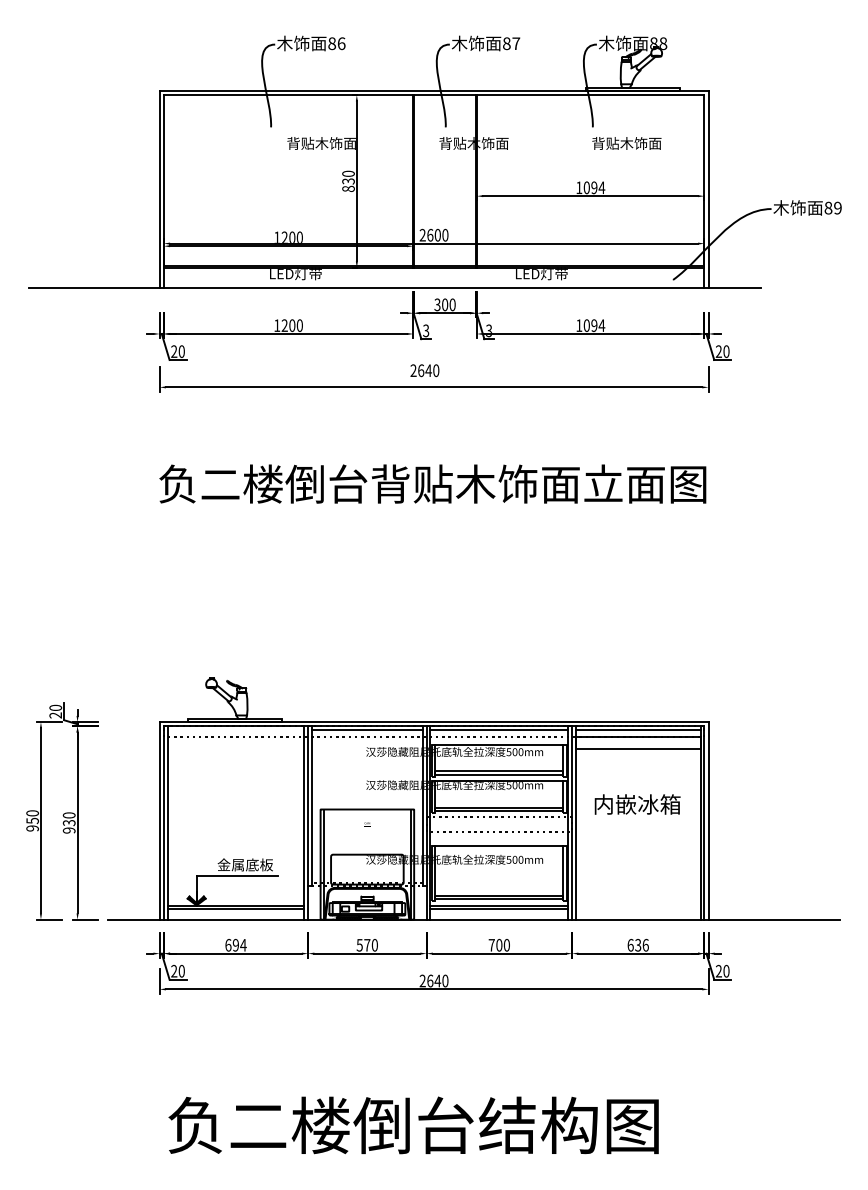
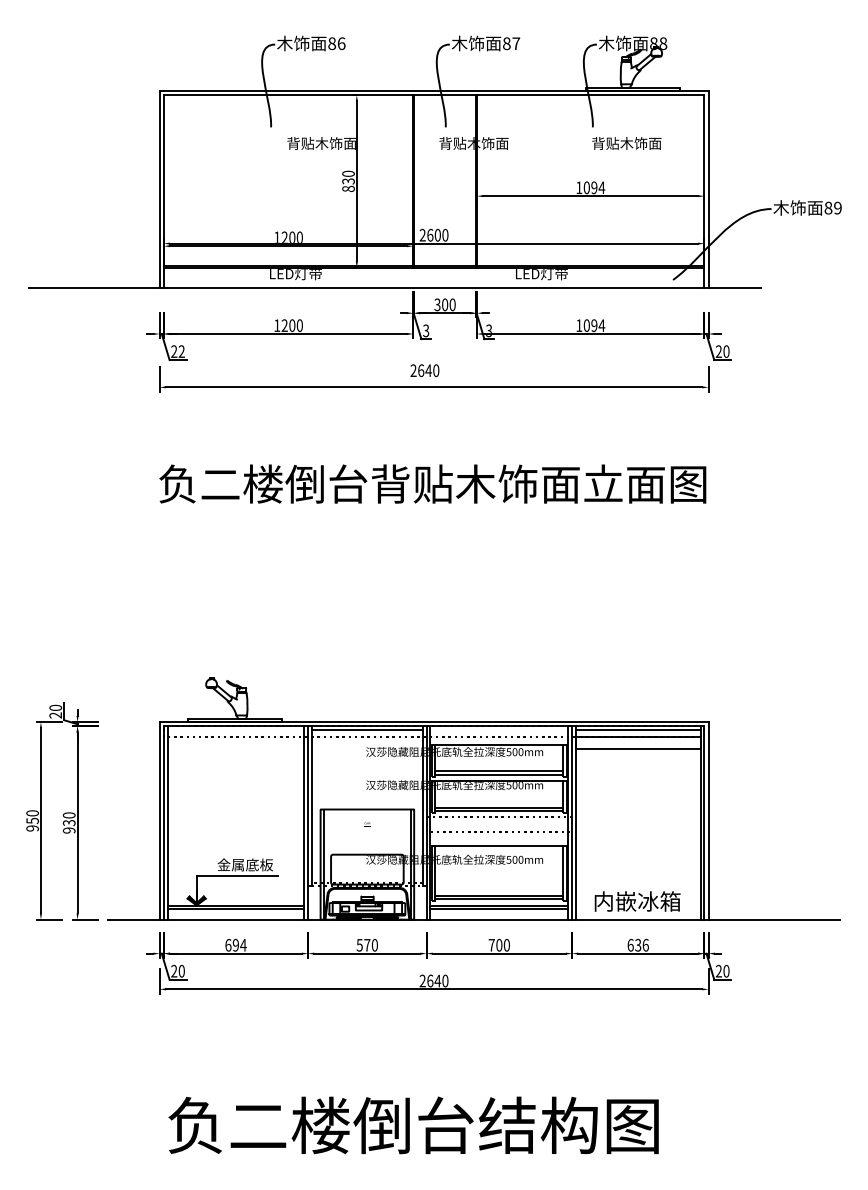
text at (181, 351): 20 -> 22
line at (499, 730): present -> none
text at (637, 804) position: (637, 804) -> (637, 901)
